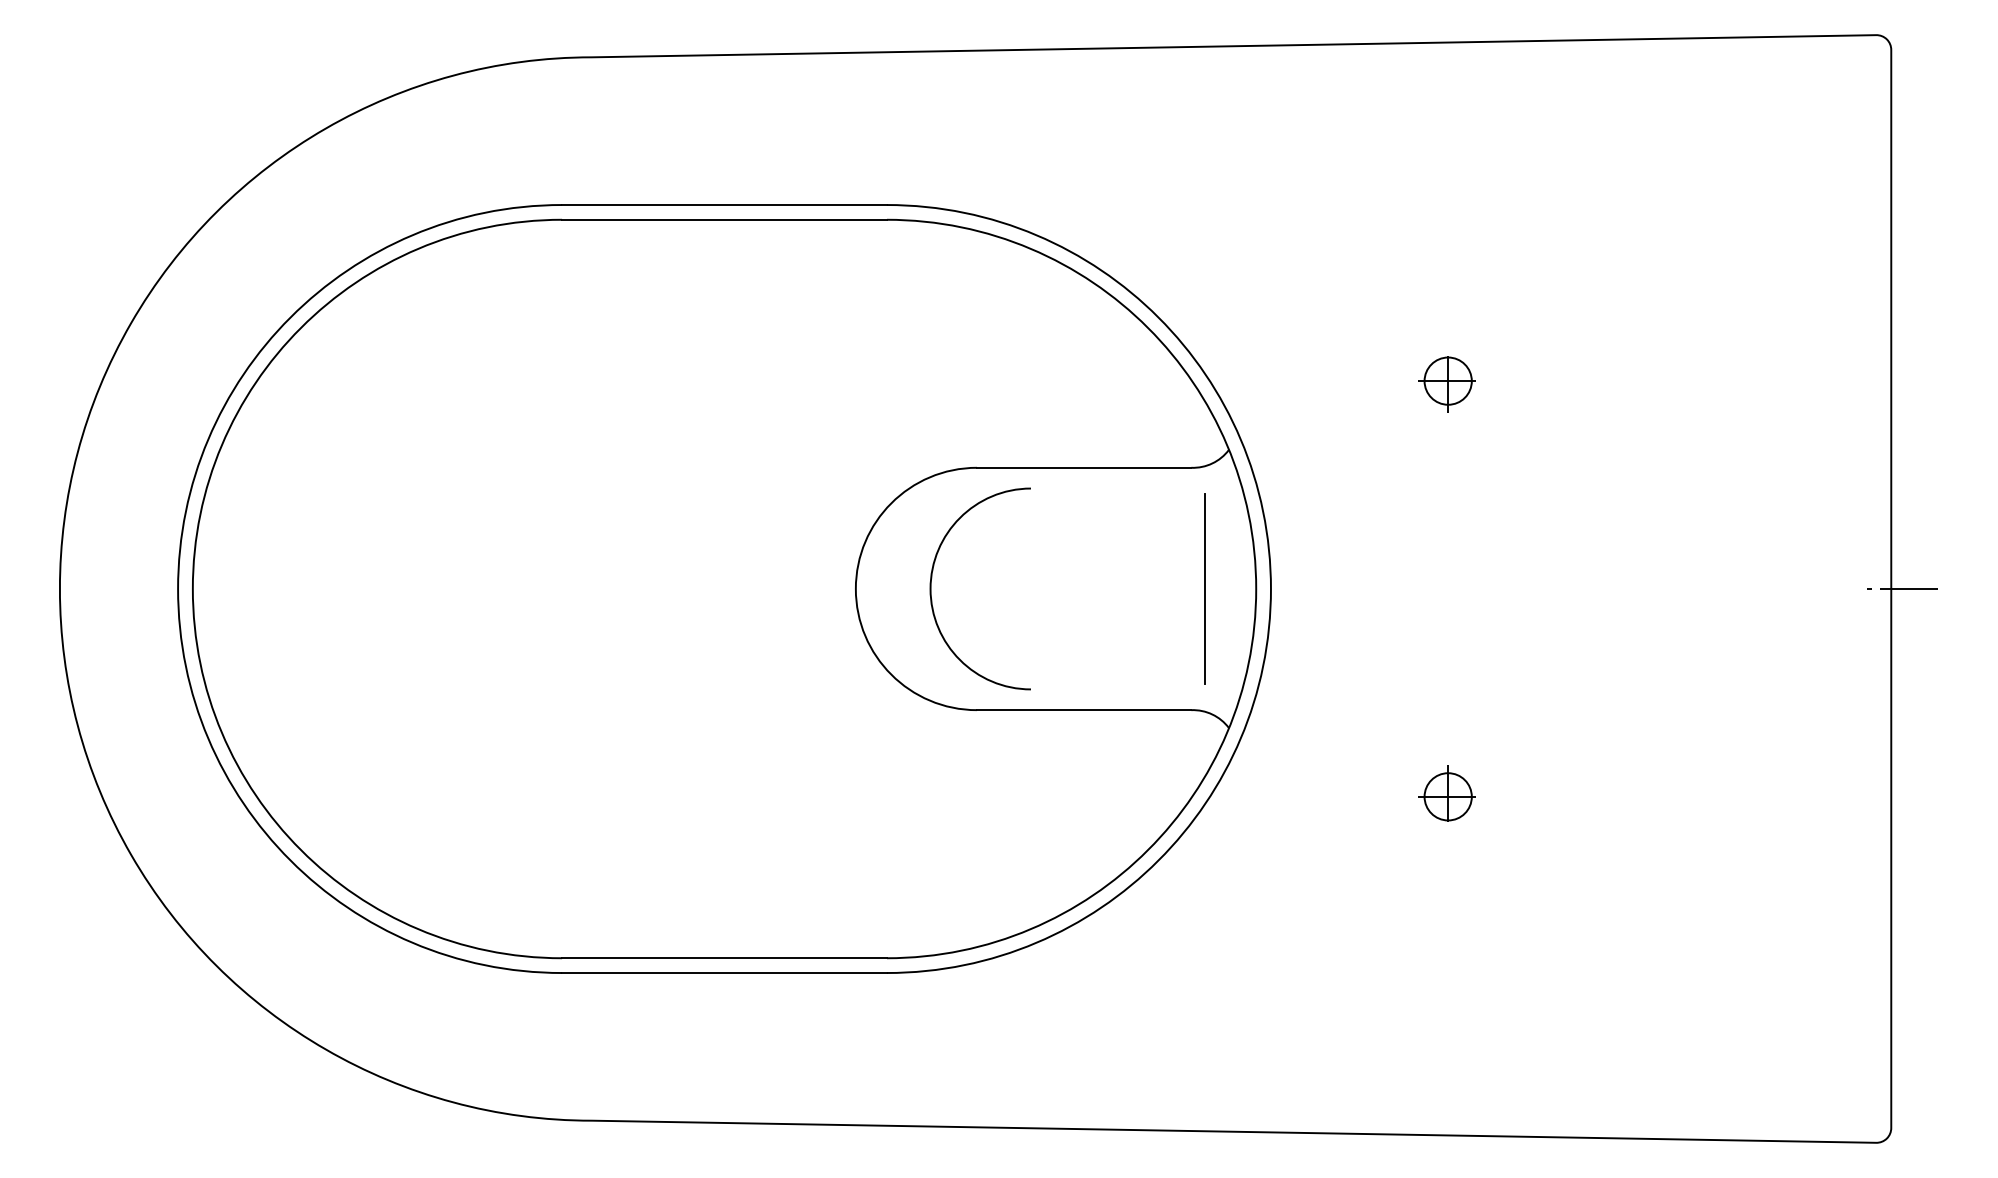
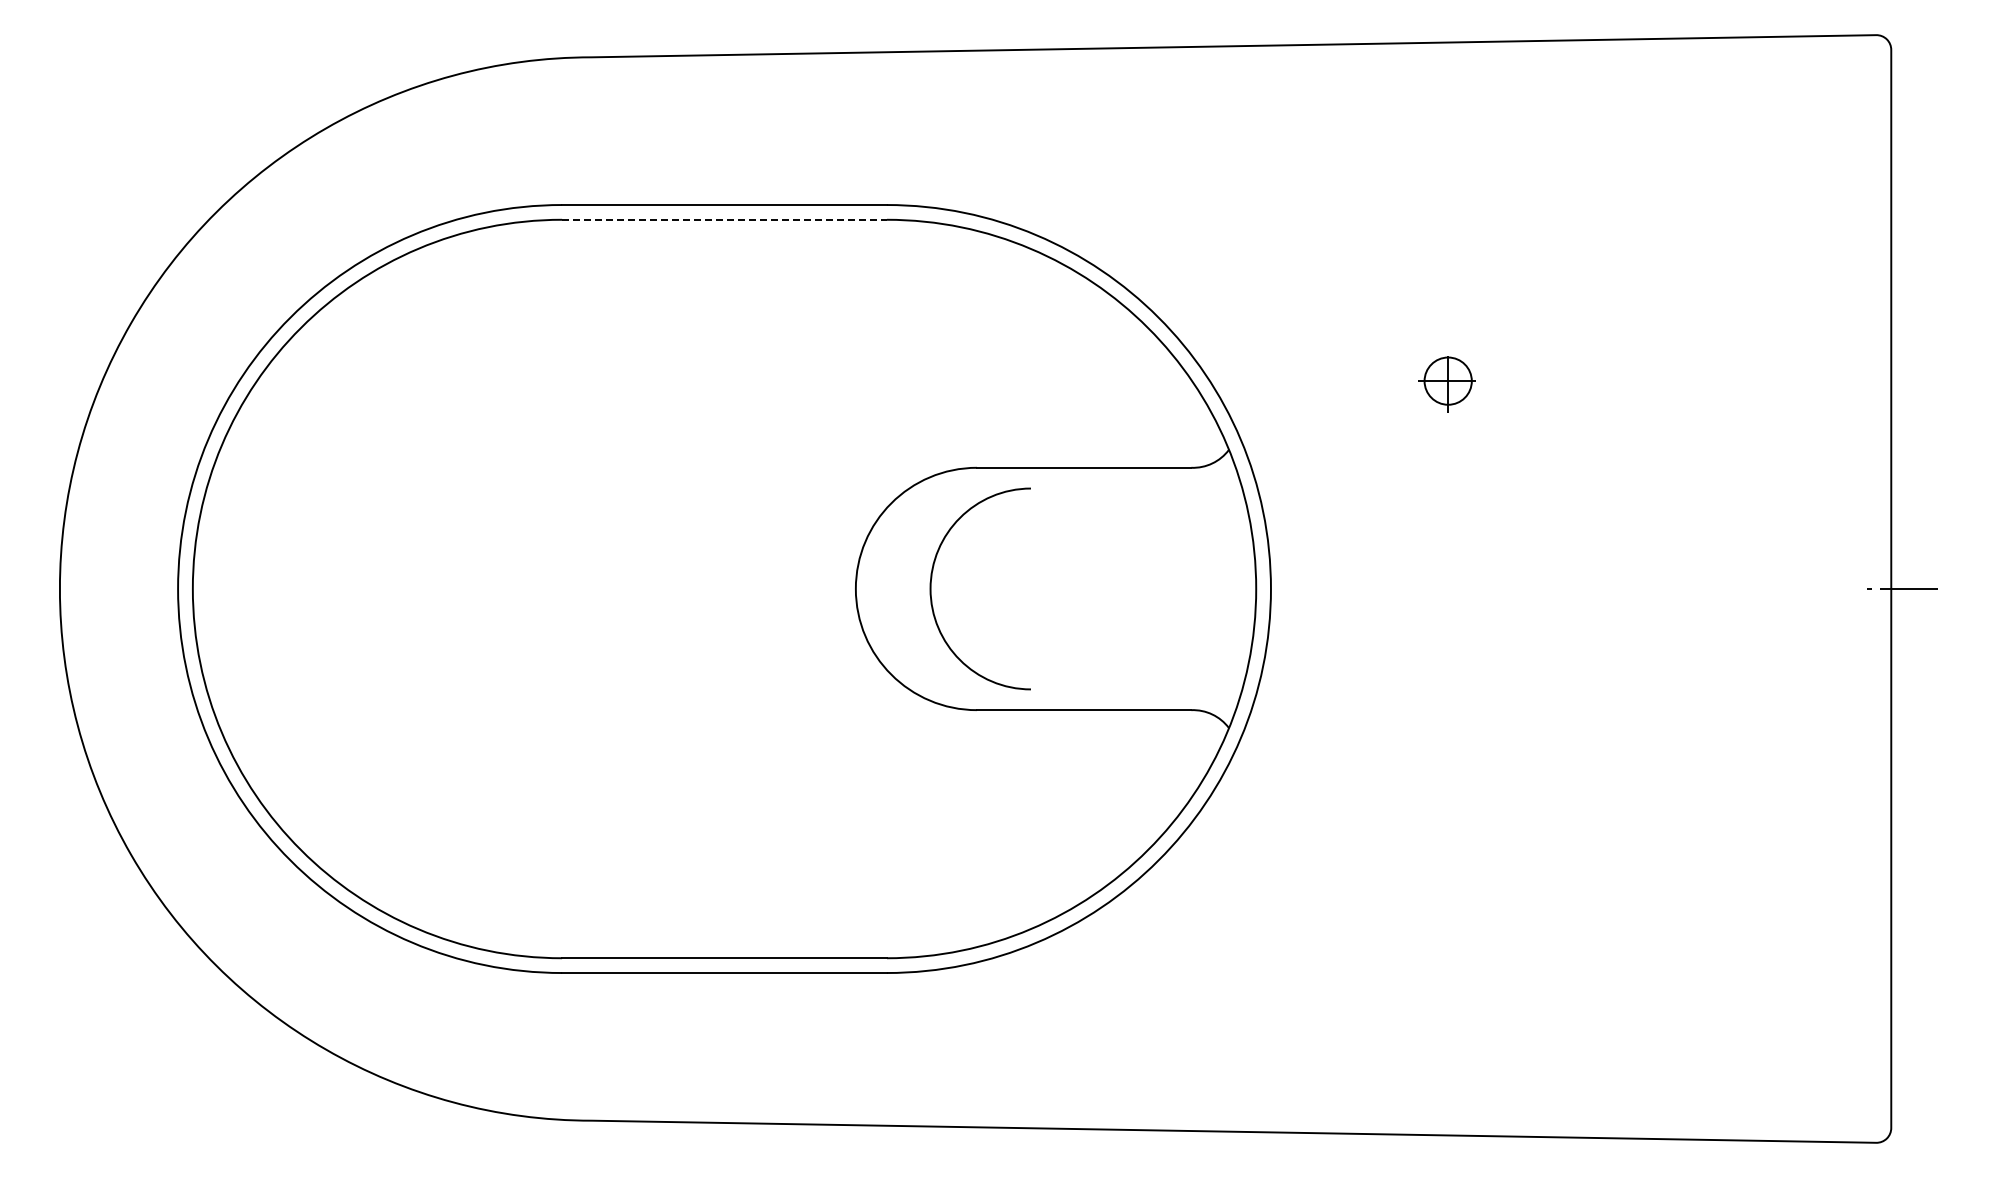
line at (725, 219): solid -> dashed
line at (1205, 588): present -> none
part at (1446, 793): present -> none
